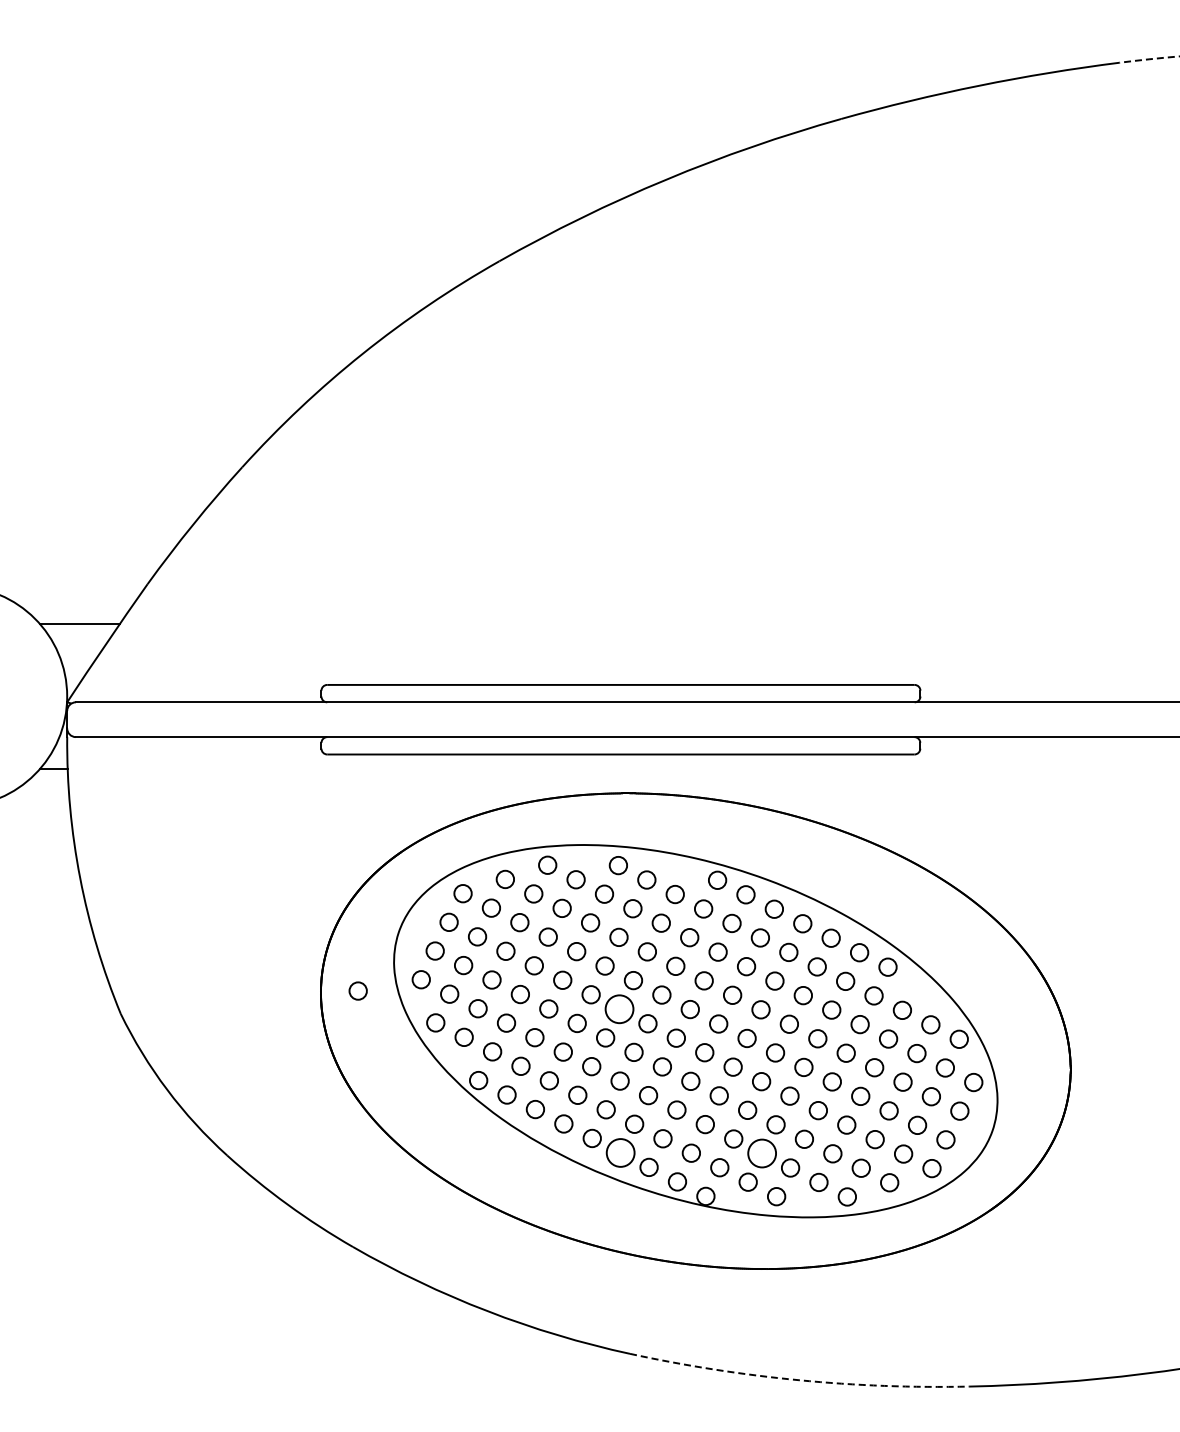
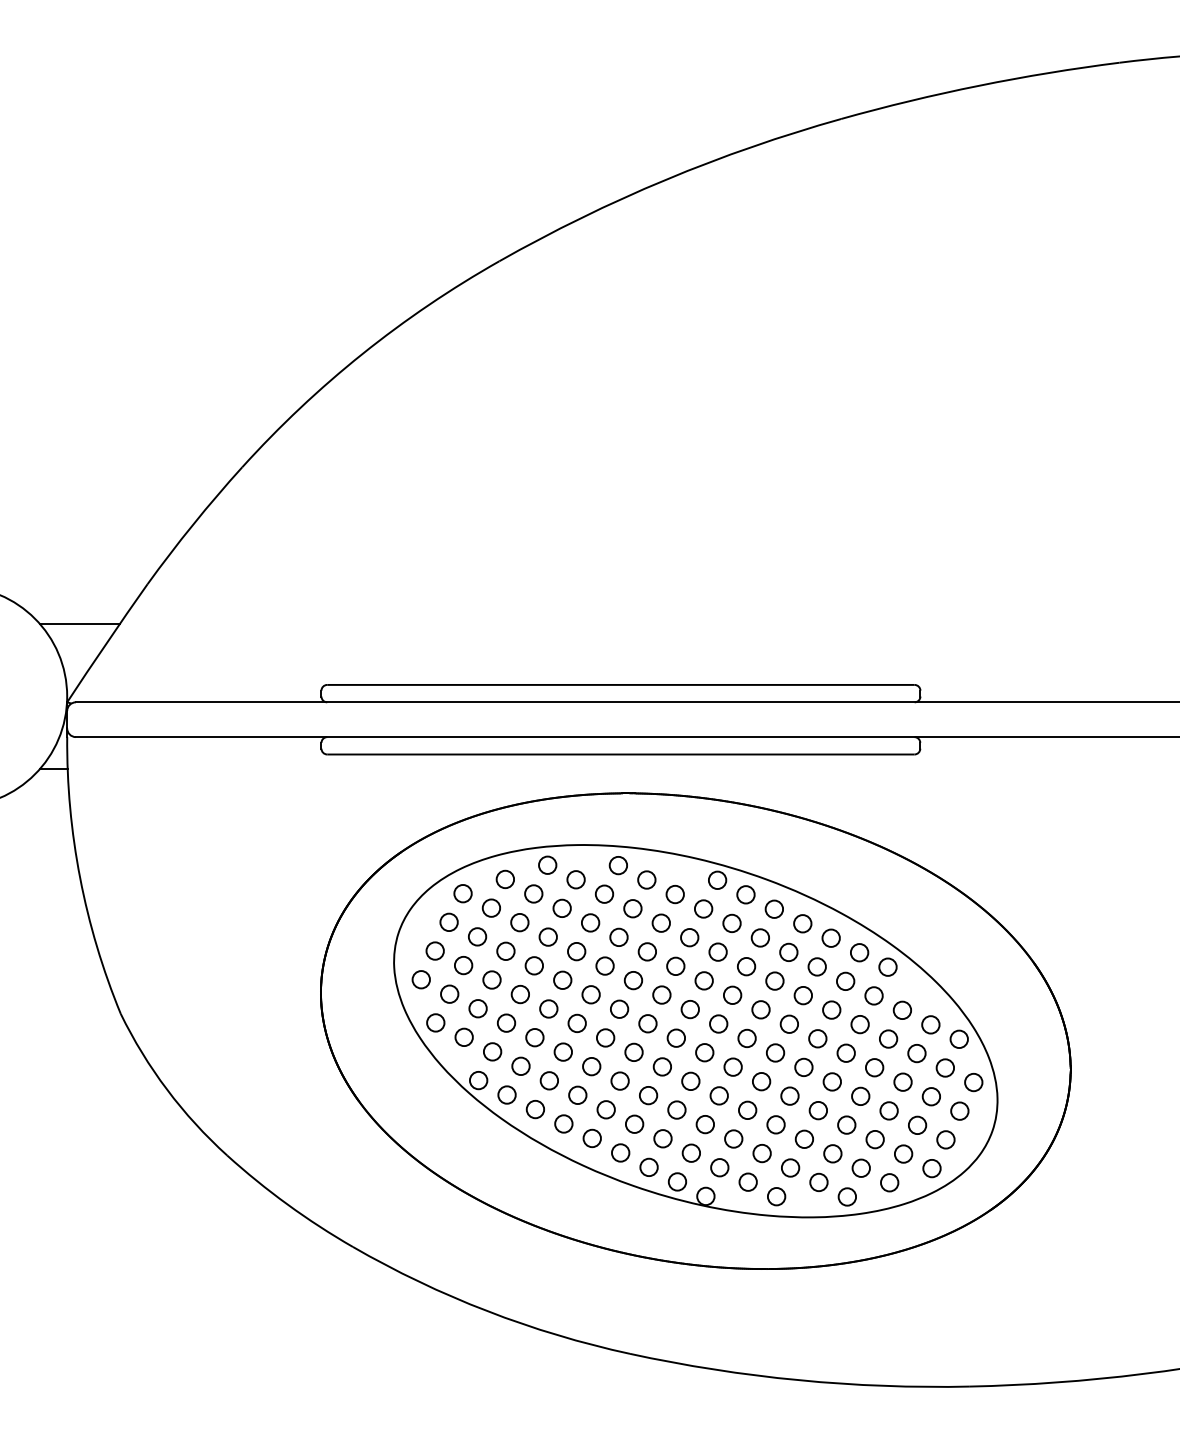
arc at (1149, 59): dashed -> solid
circle at (357, 990): present -> none
circle at (619, 1009) diameter: 28 px -> 17 px
circle at (620, 1152) diameter: 28 px -> 17 px
circle at (762, 1153) diameter: 28 px -> 17 px
arc at (798, 1380): dashed -> solid
